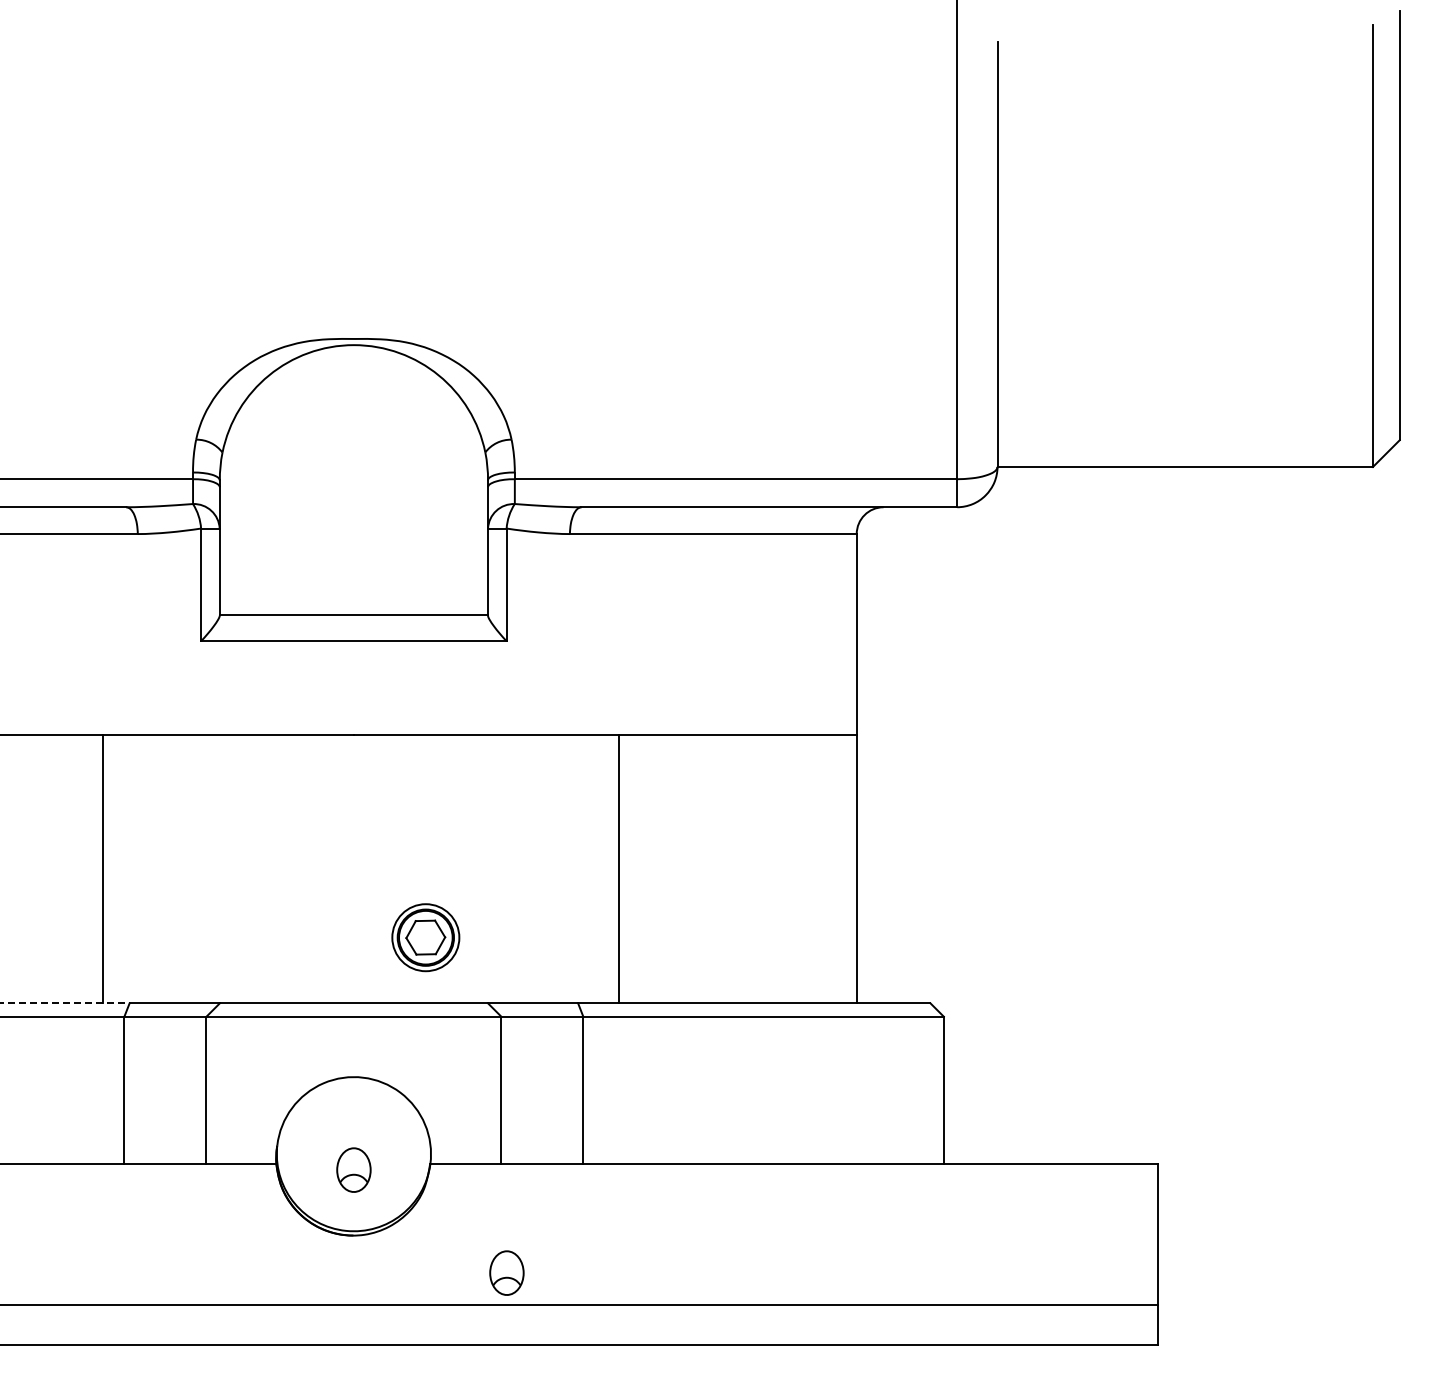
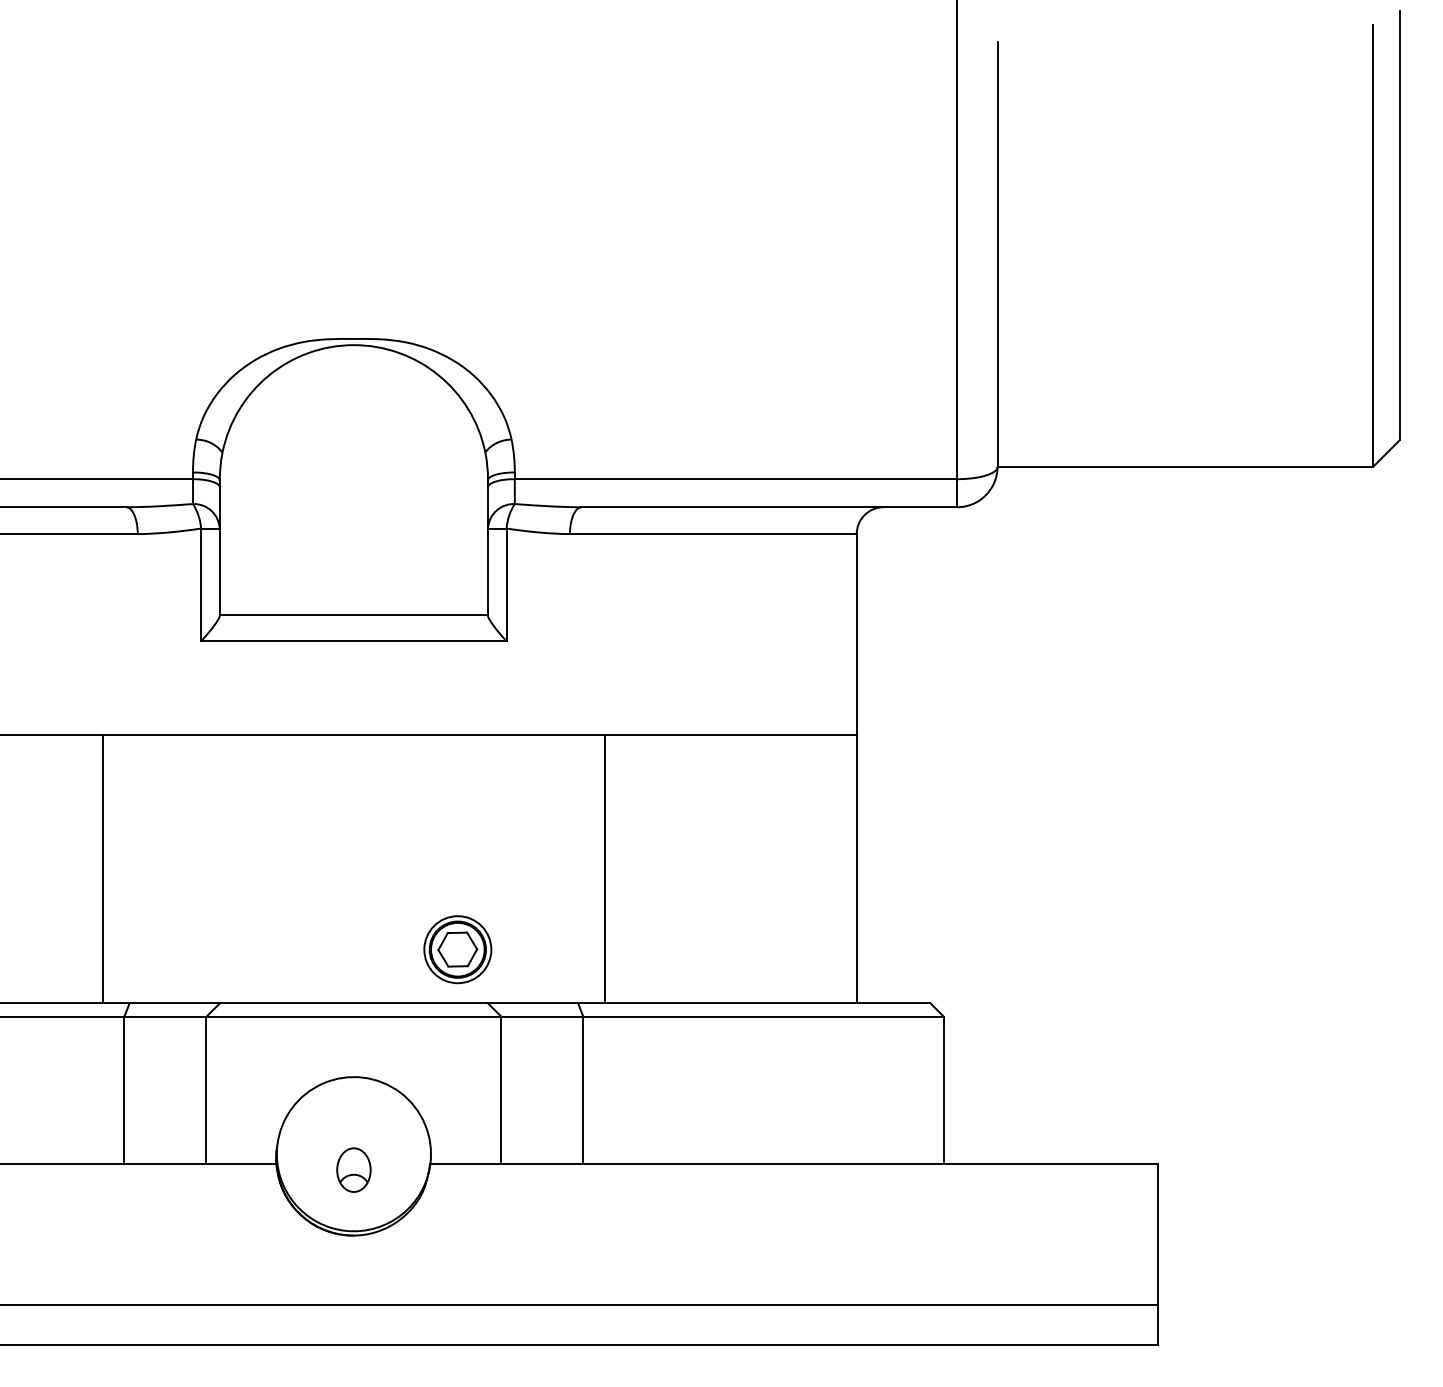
line at (619, 869) position: (619, 869) -> (605, 869)
part at (425, 937) position: (425, 937) -> (457, 949)
line at (65, 1003): dashed -> solid
part at (506, 1272): present -> none
